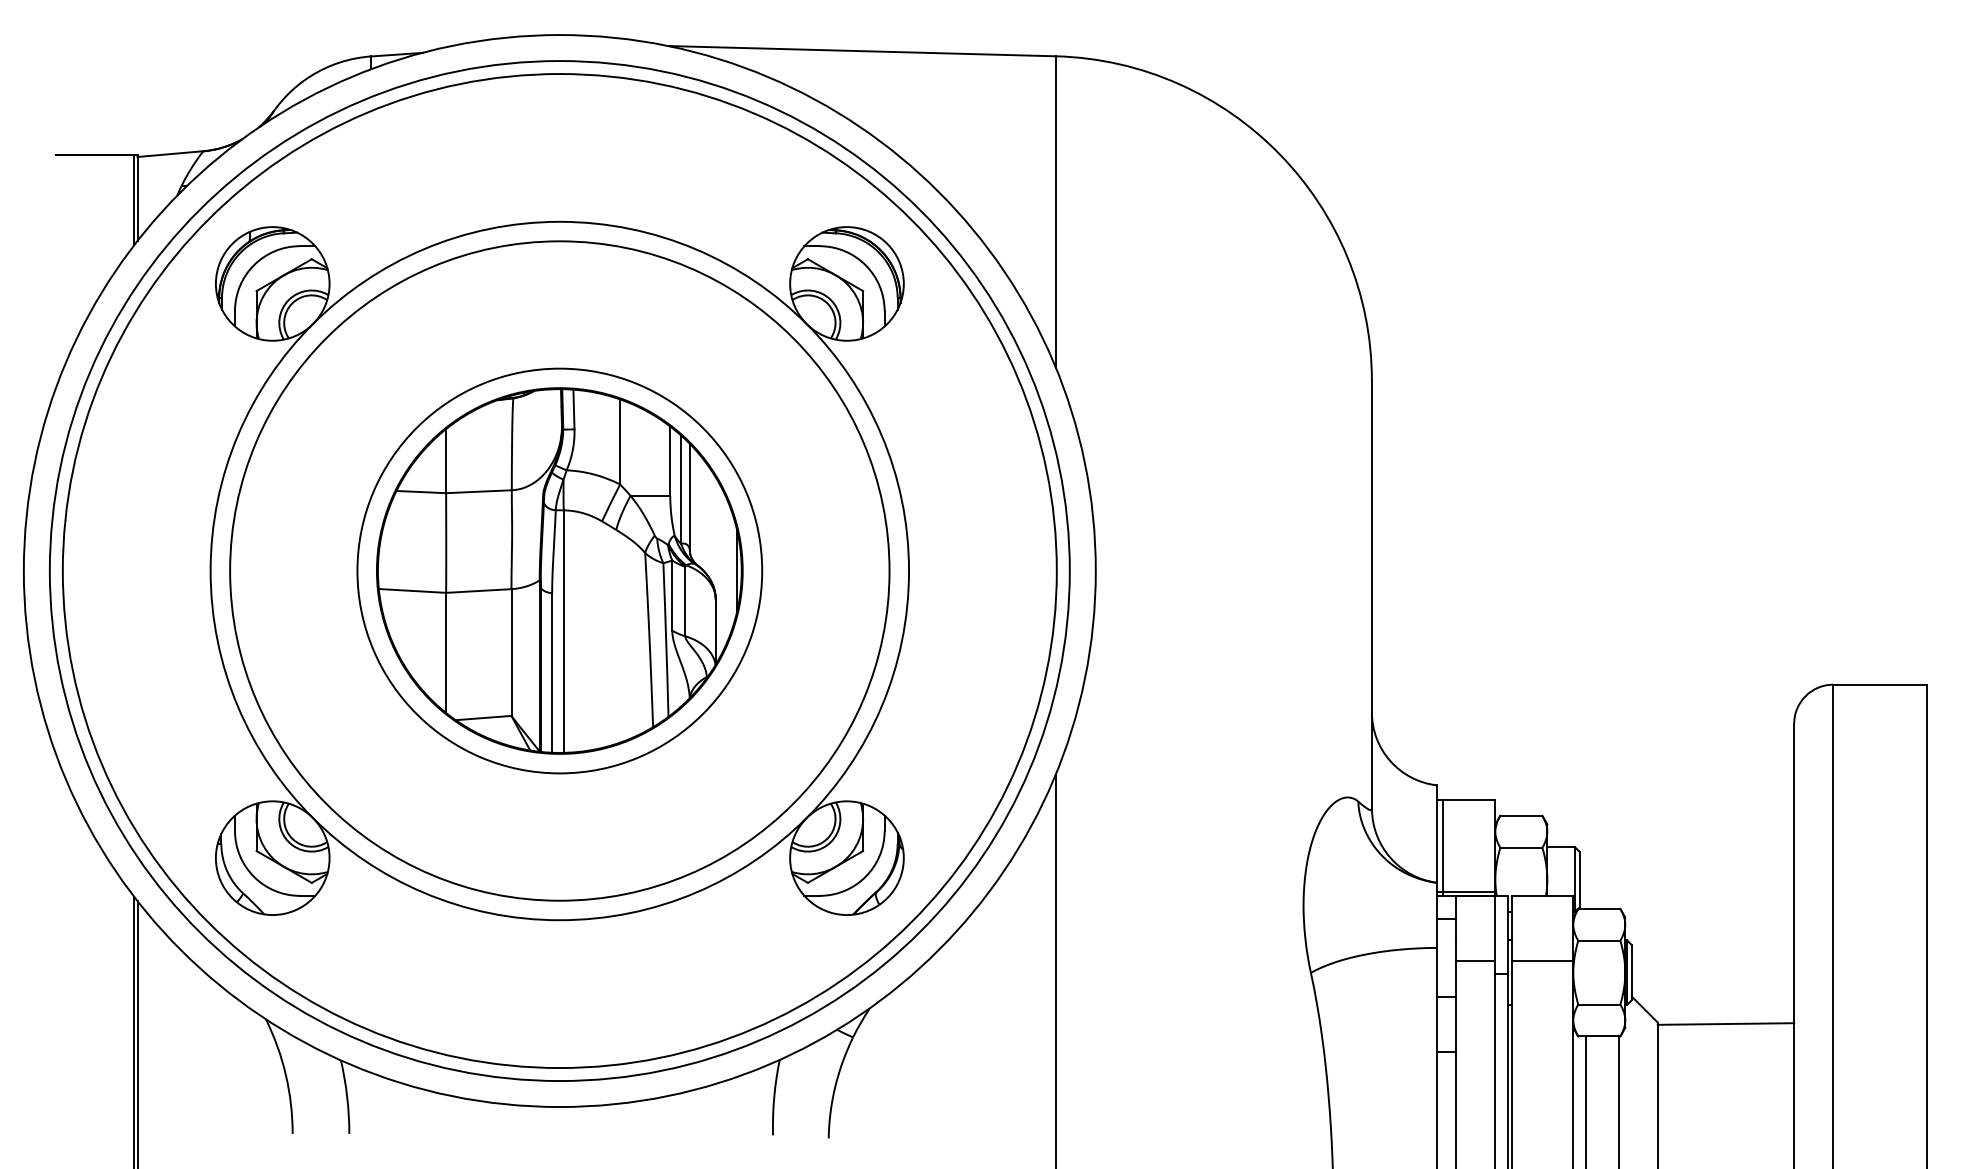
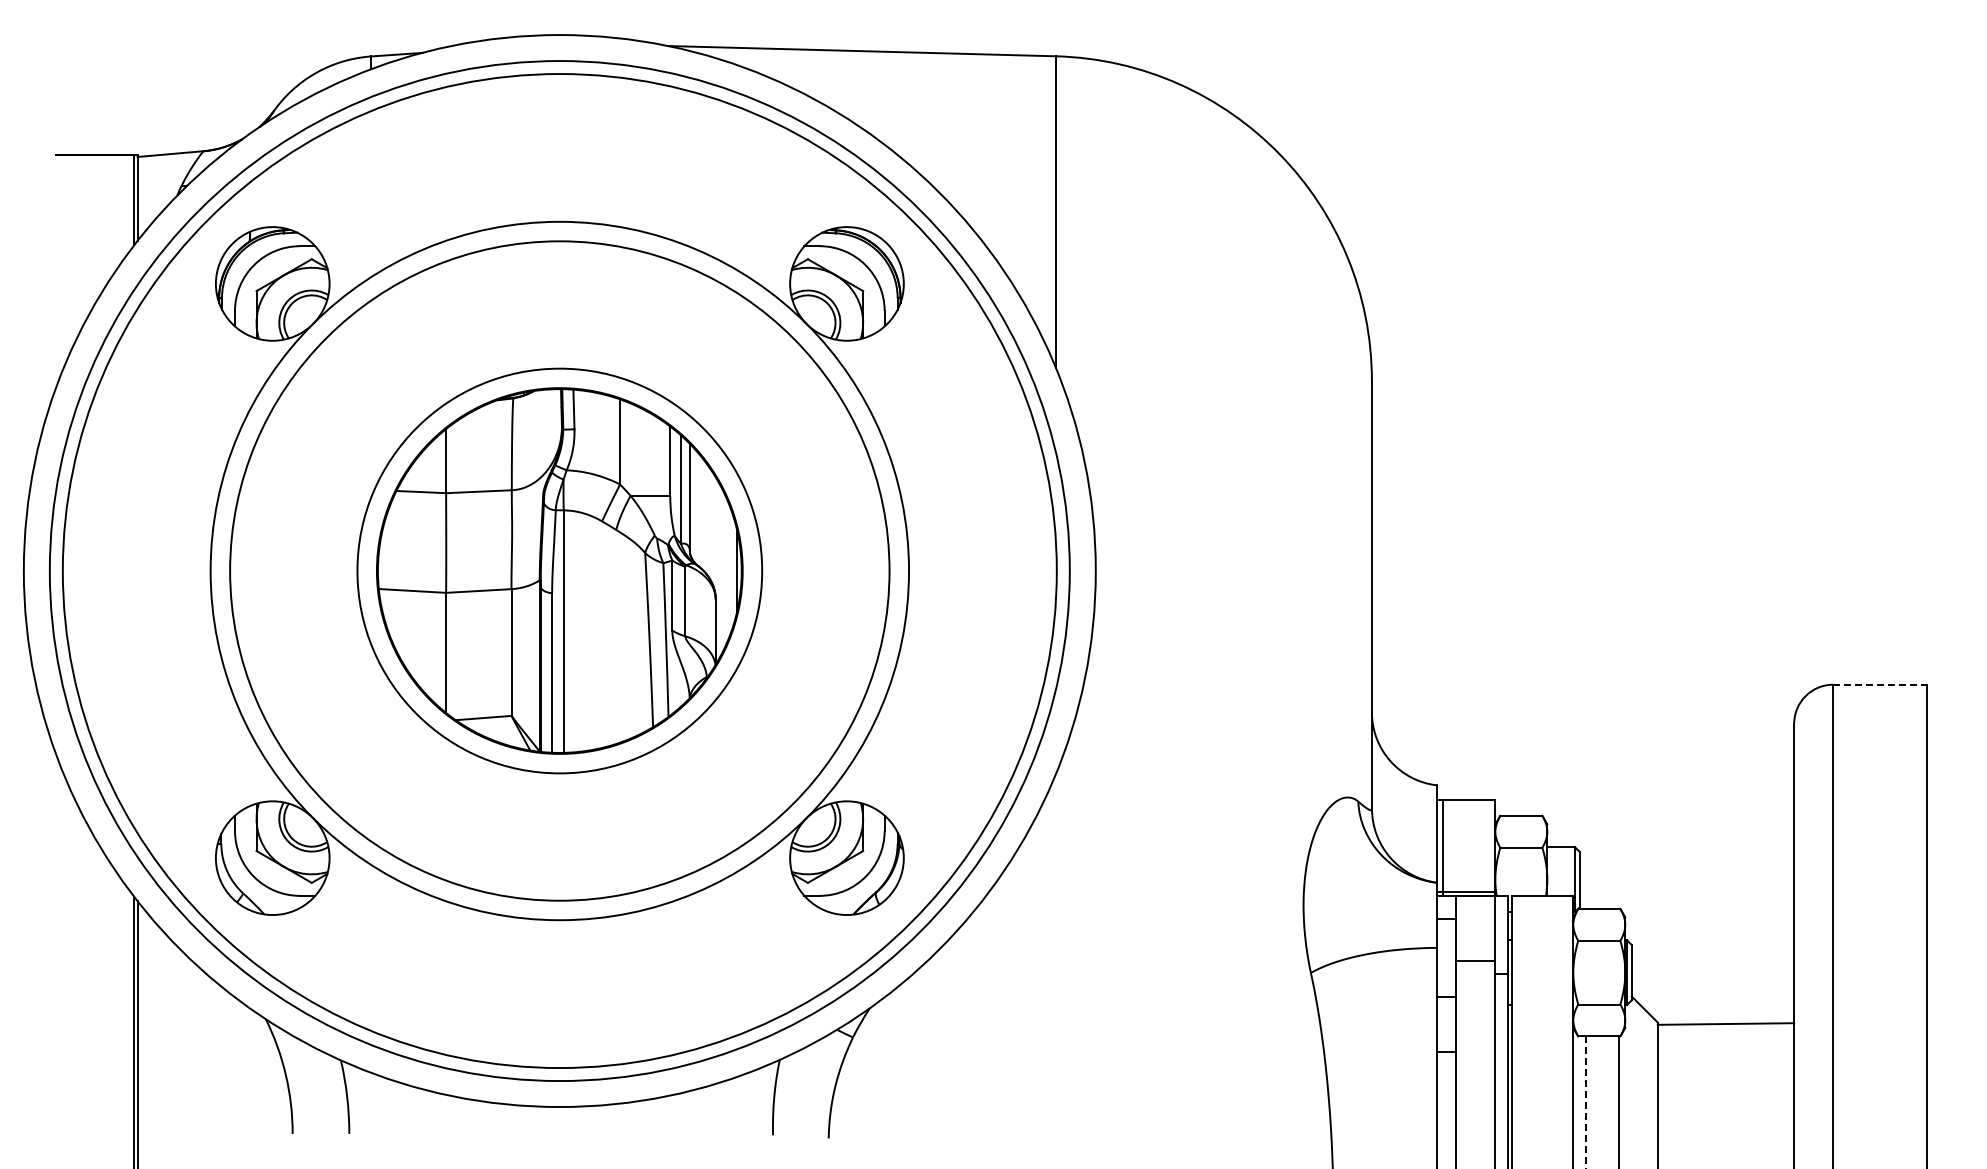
line at (1880, 684): solid -> dashed
line at (1542, 960): present -> none
line at (1055, 969): present -> none
line at (1586, 1102): solid -> dashed
